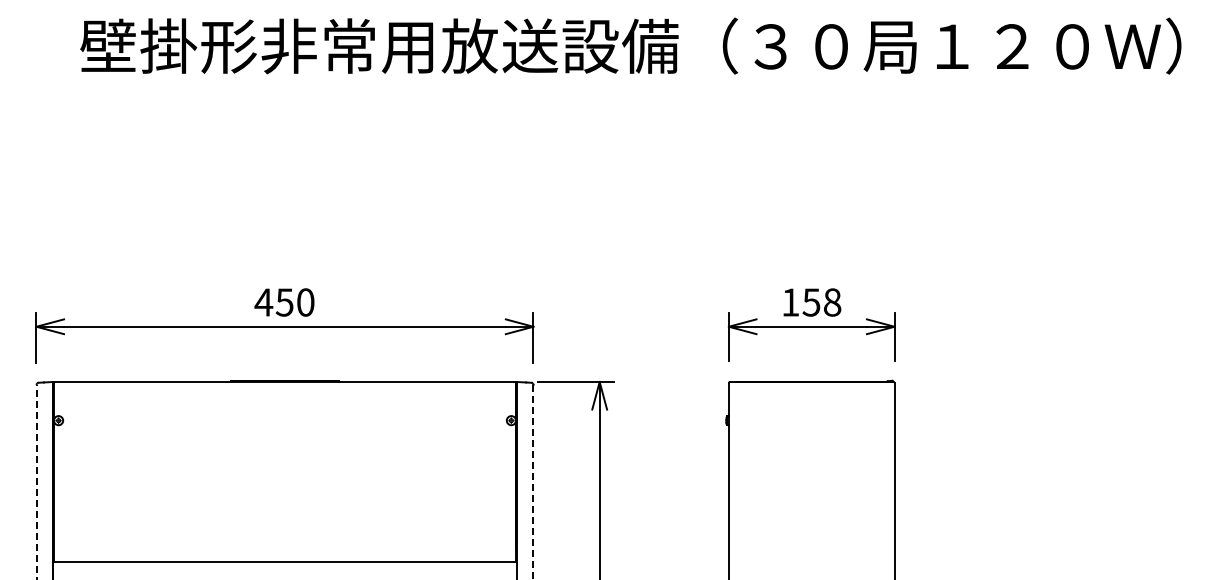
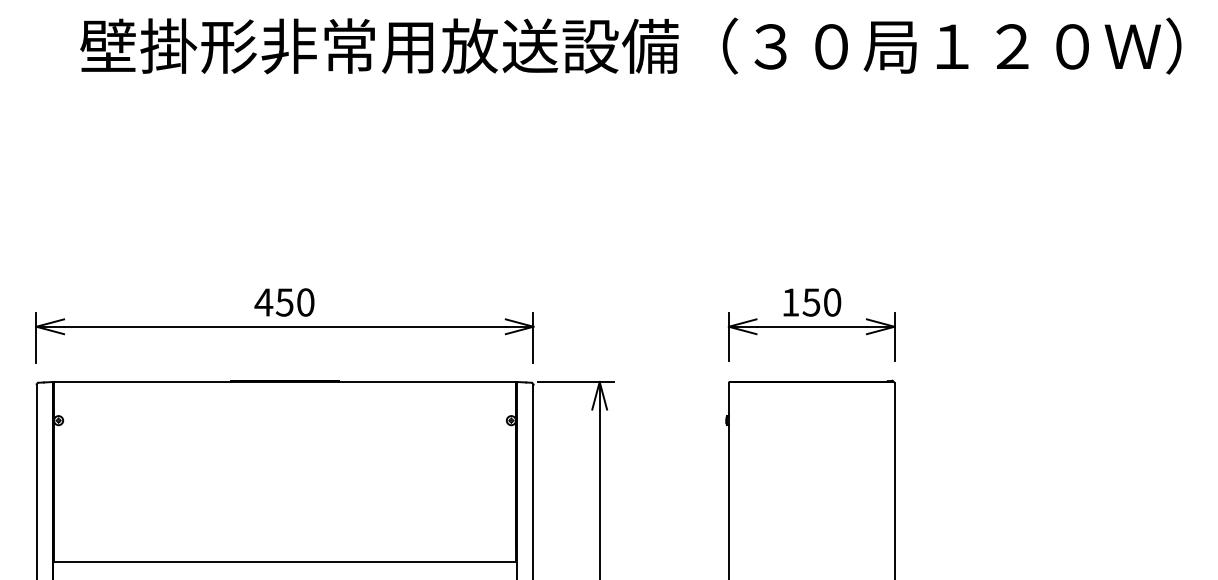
text at (832, 302): 158 -> 150
line at (36, 481): dashed -> solid
line at (533, 482): dashed -> solid
